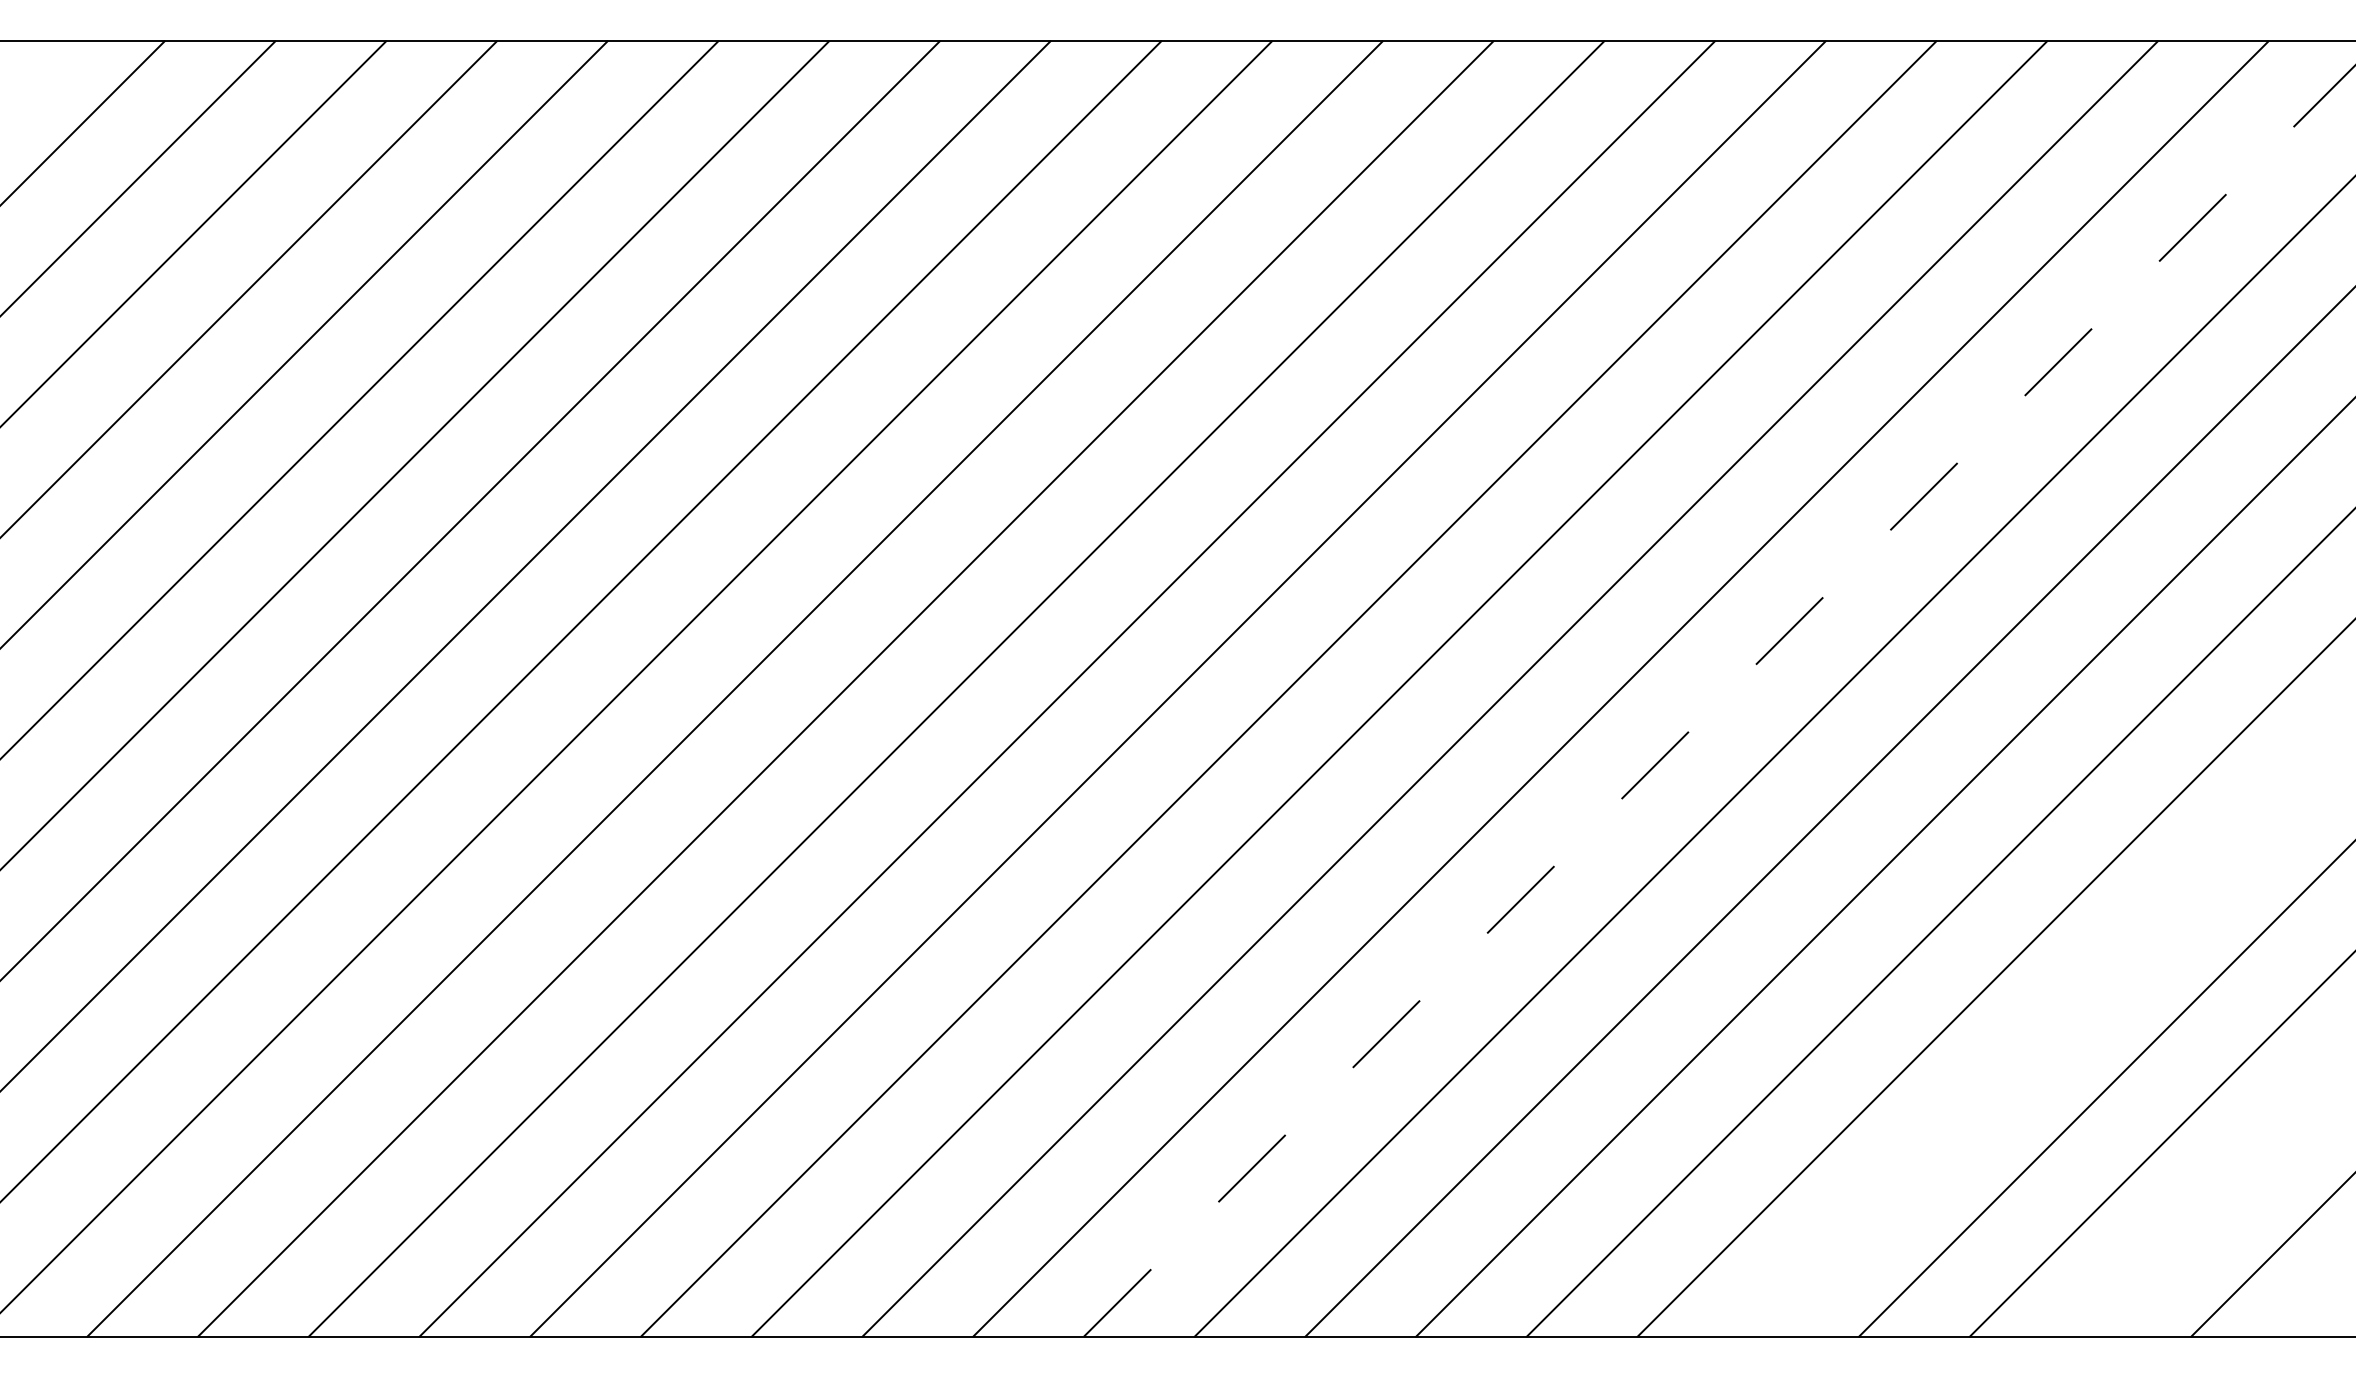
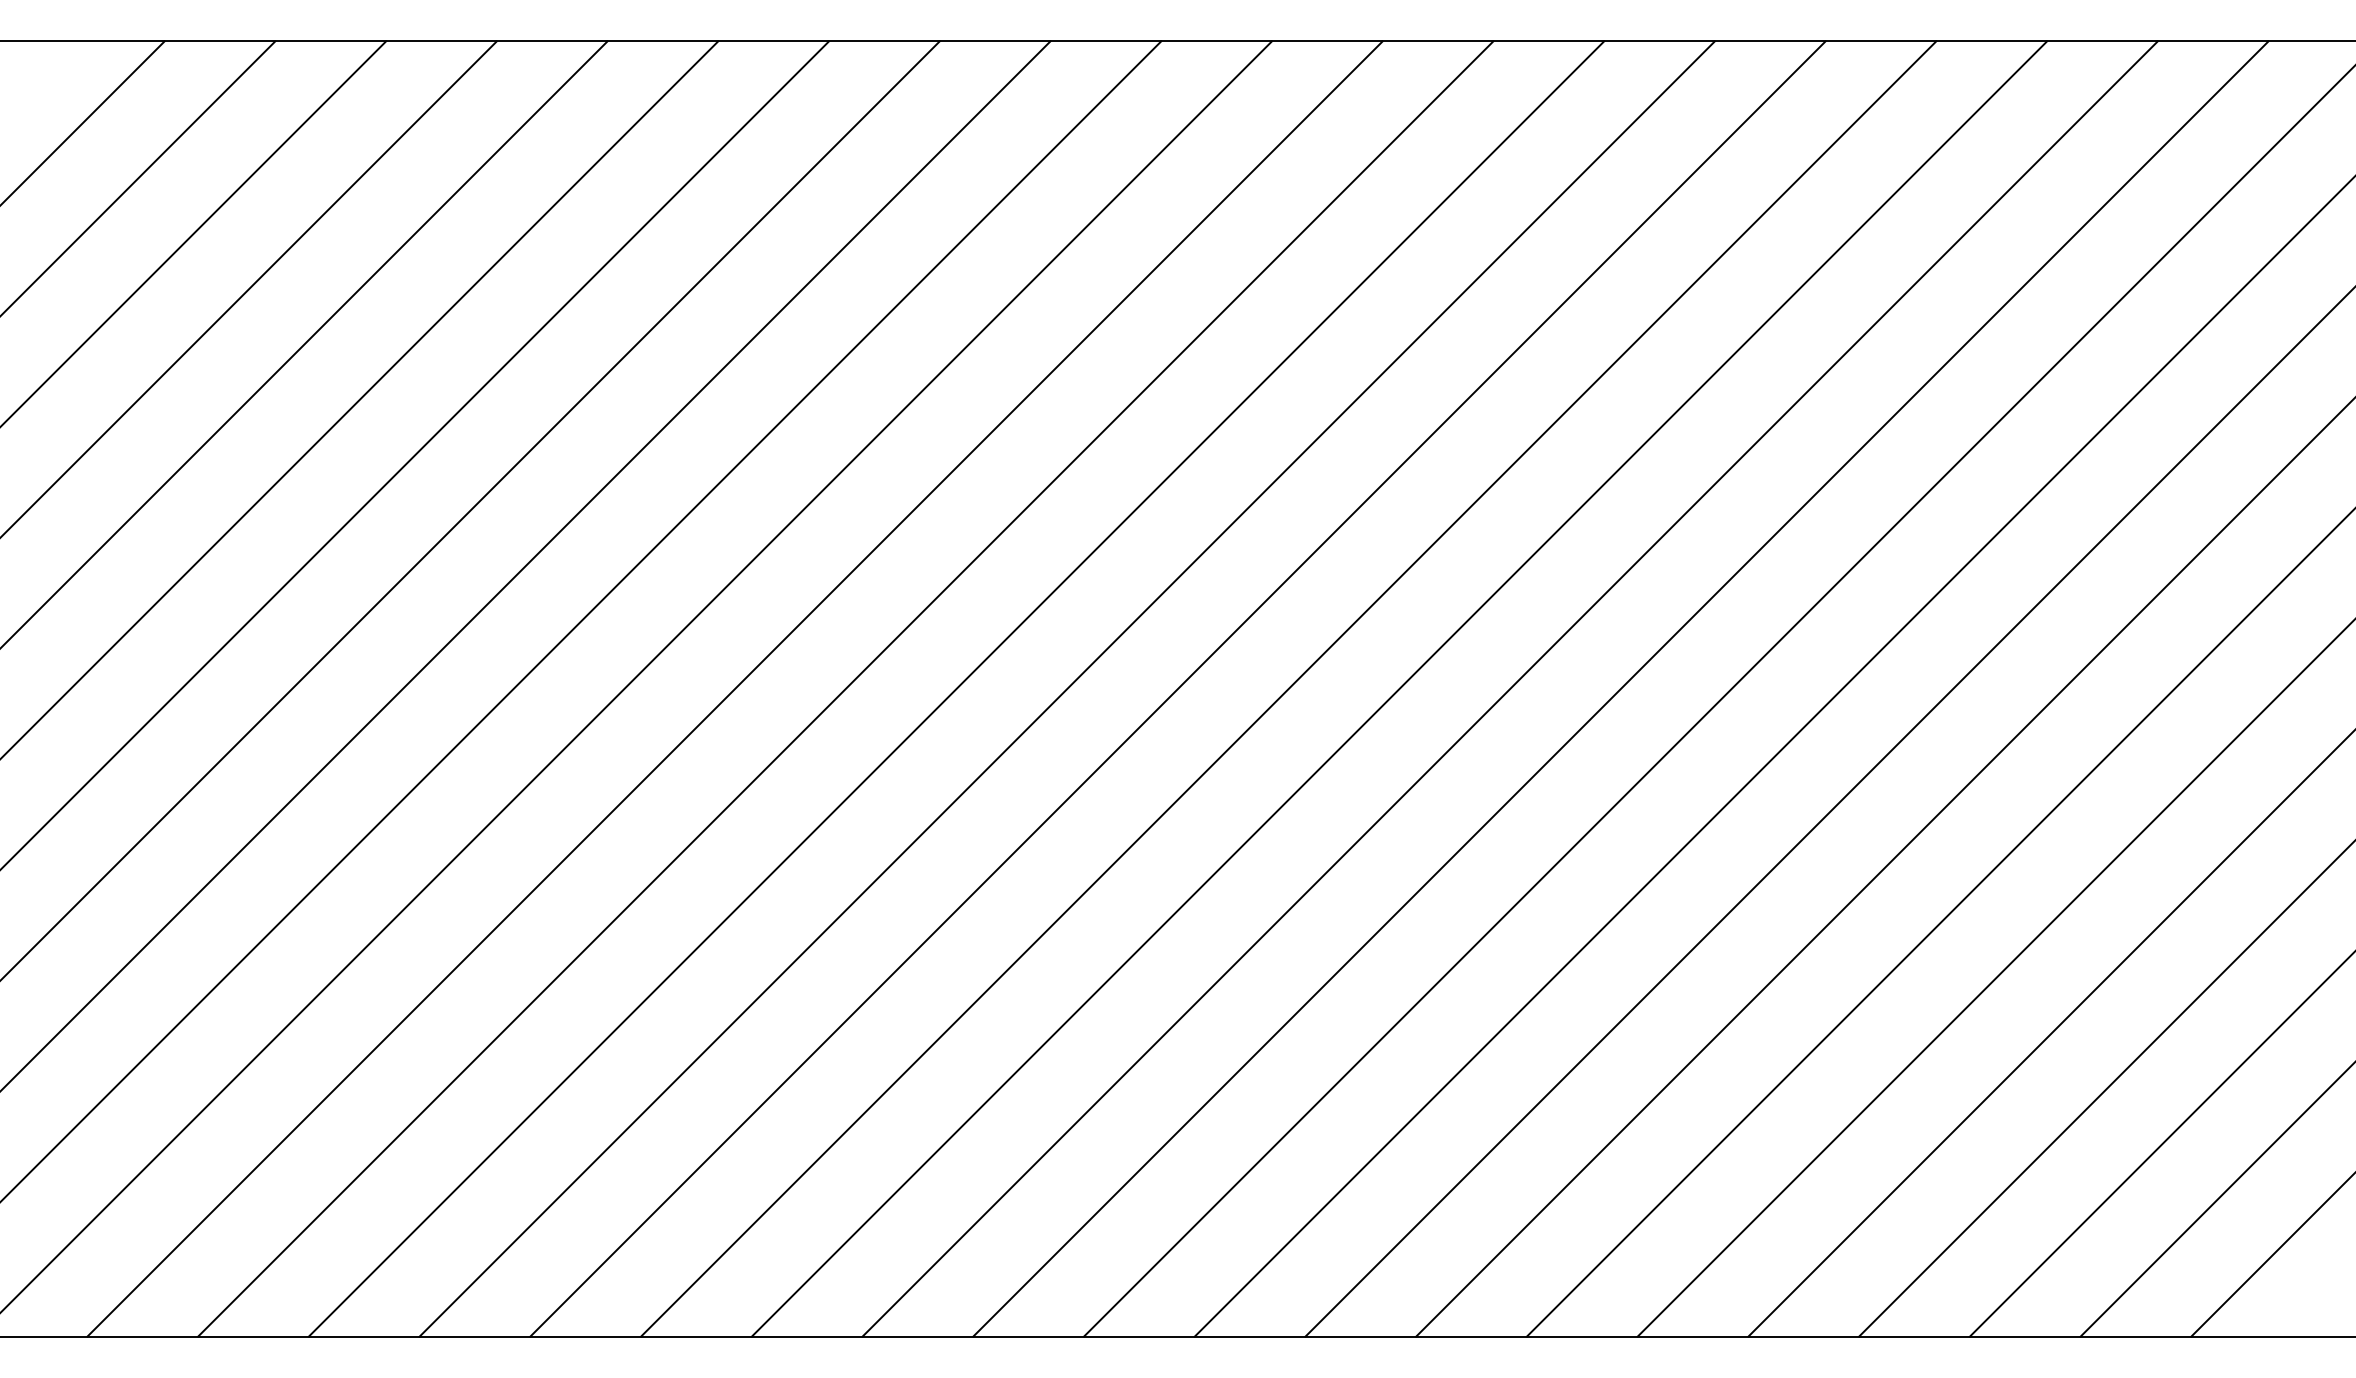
line at (1720, 700): dashed -> solid
line at (2050, 1034): none -> present
line at (2216, 1200): none -> present
